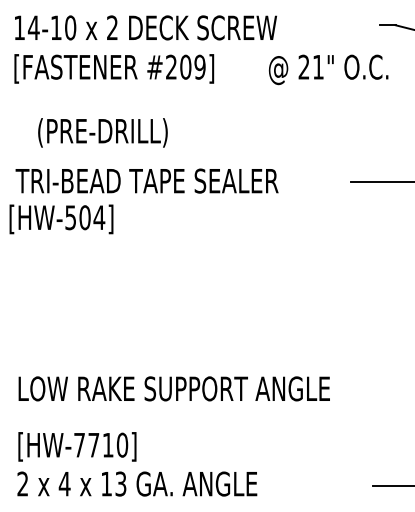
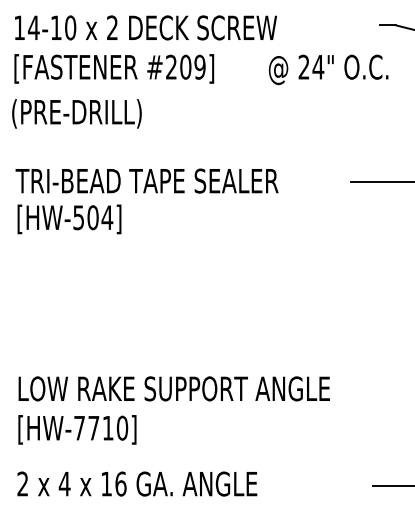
text at (318, 67): 21" -> 24"
text at (102, 132) position: (102, 132) -> (76, 113)
text at (61, 219) position: (61, 219) -> (69, 219)
text at (77, 446) position: (77, 446) -> (77, 429)
text at (120, 483): 13 -> 16
